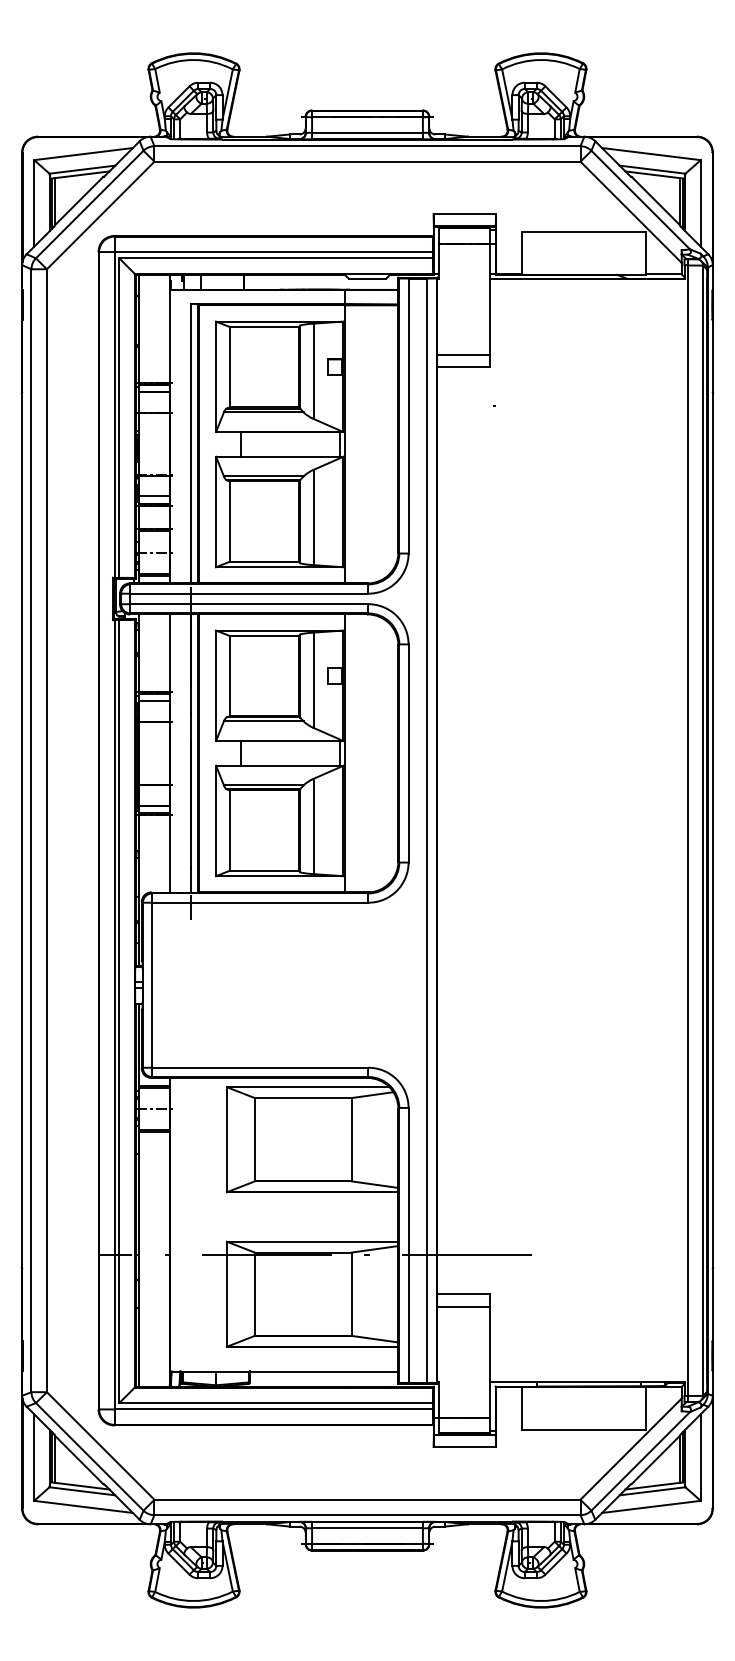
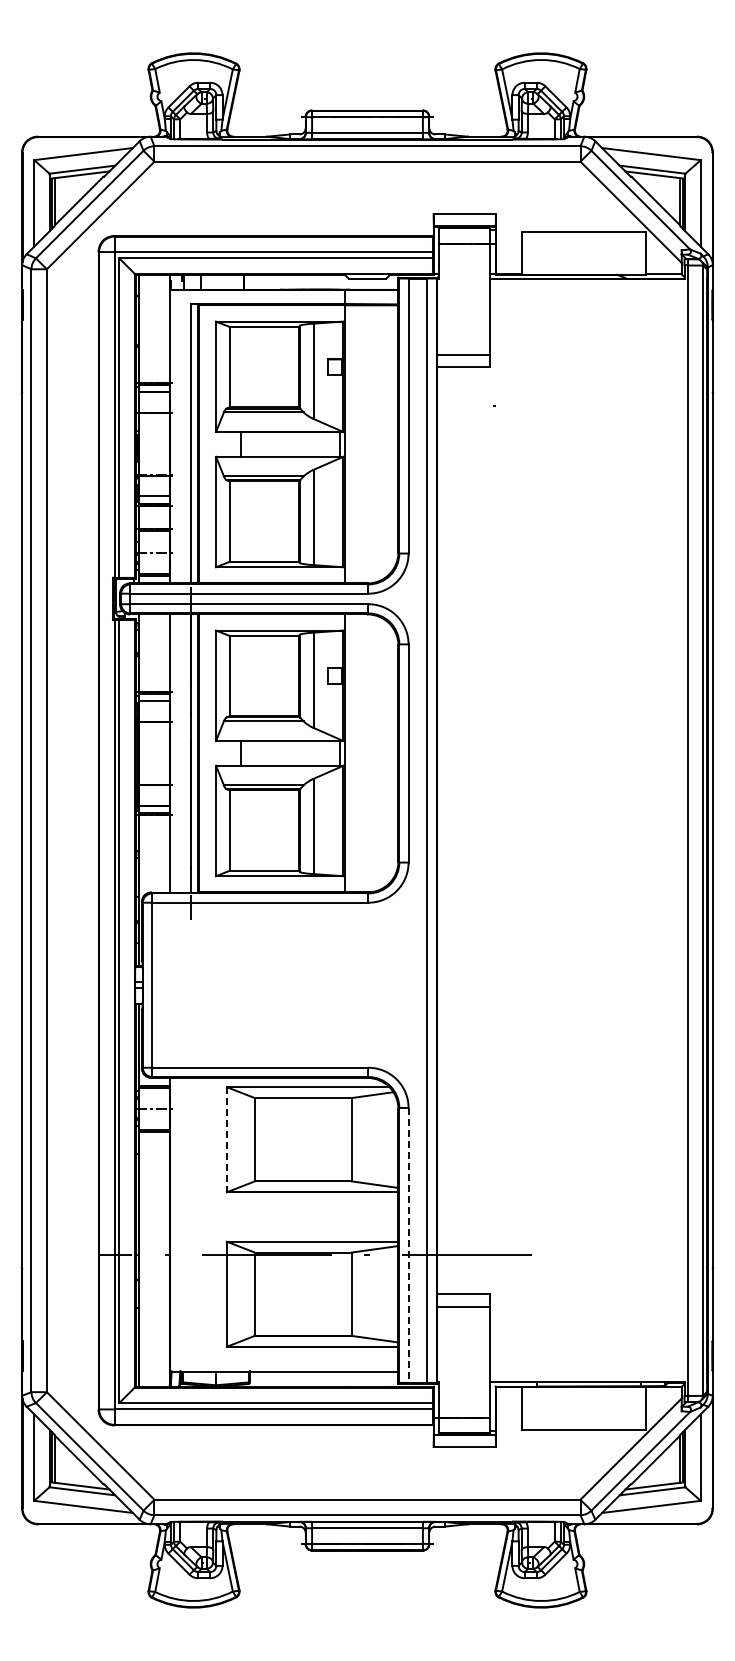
line at (226, 1139): solid -> dashed
line at (408, 1245): solid -> dashed
